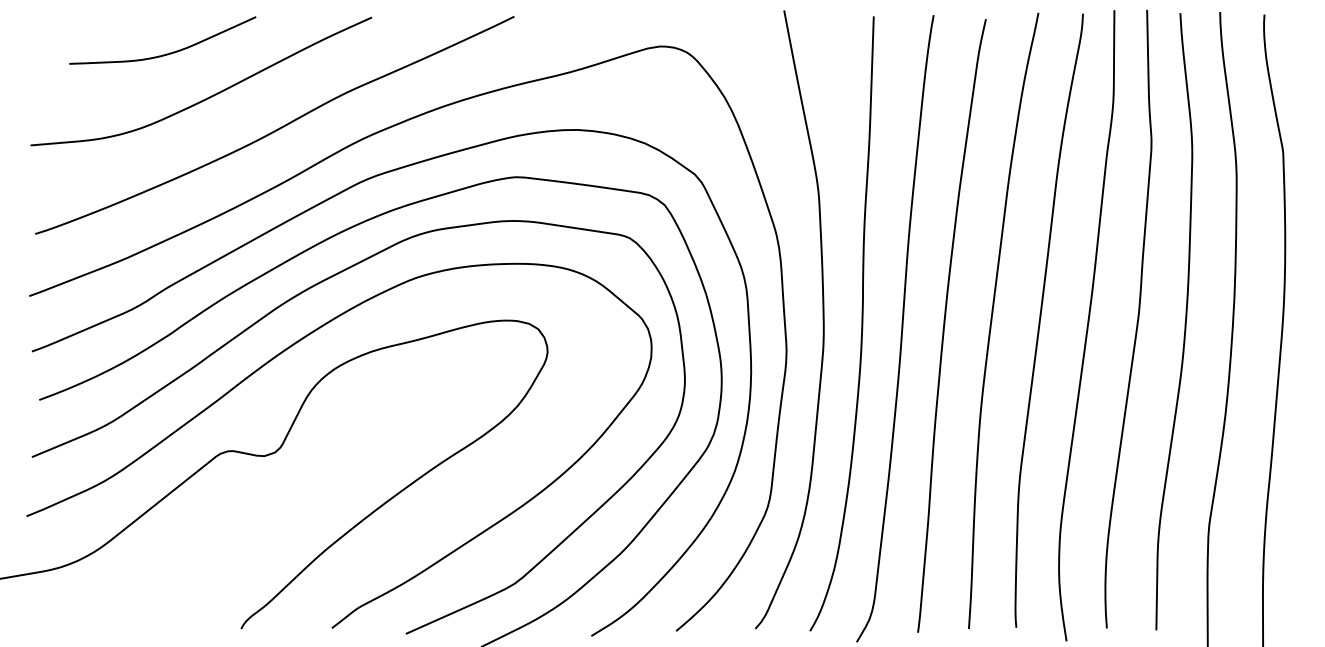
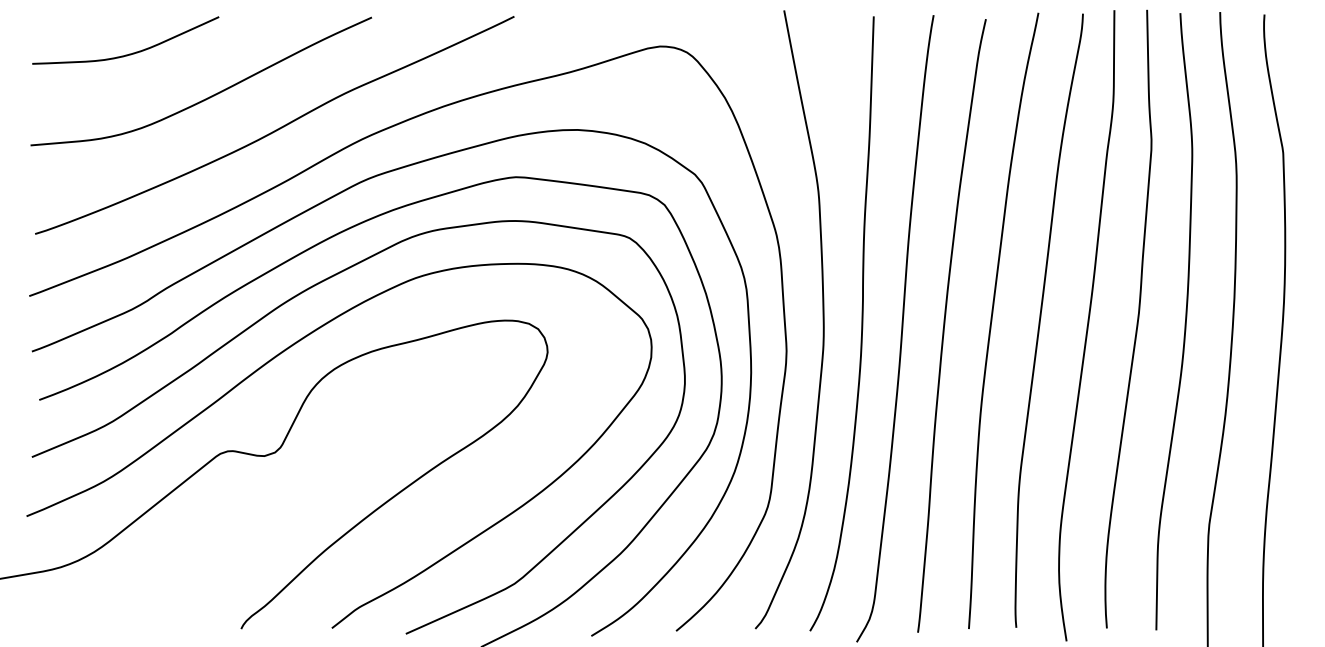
curve at (166, 53) position: (166, 53) -> (129, 53)
